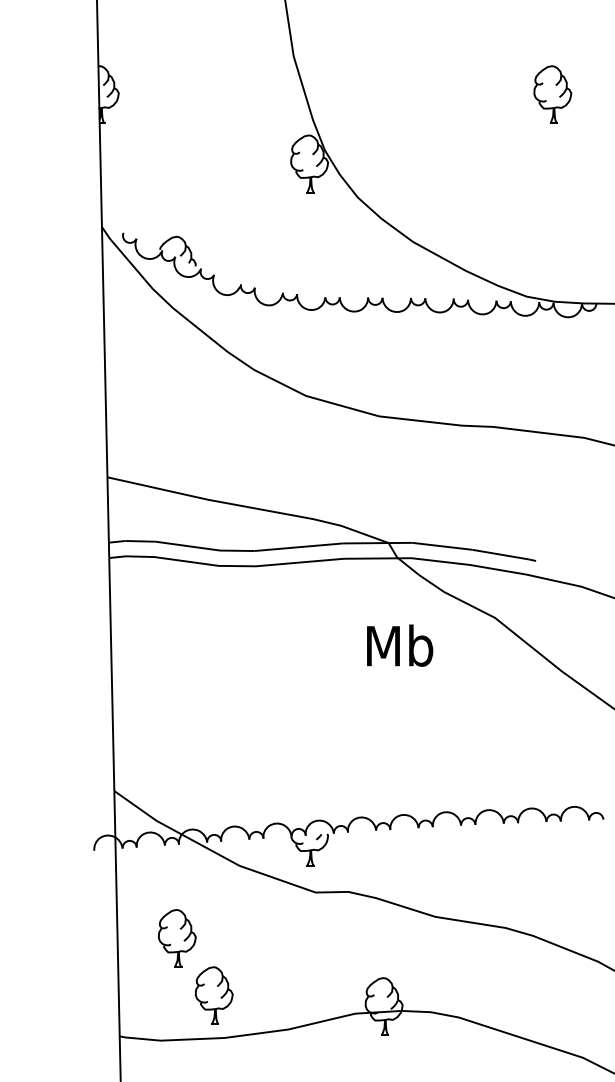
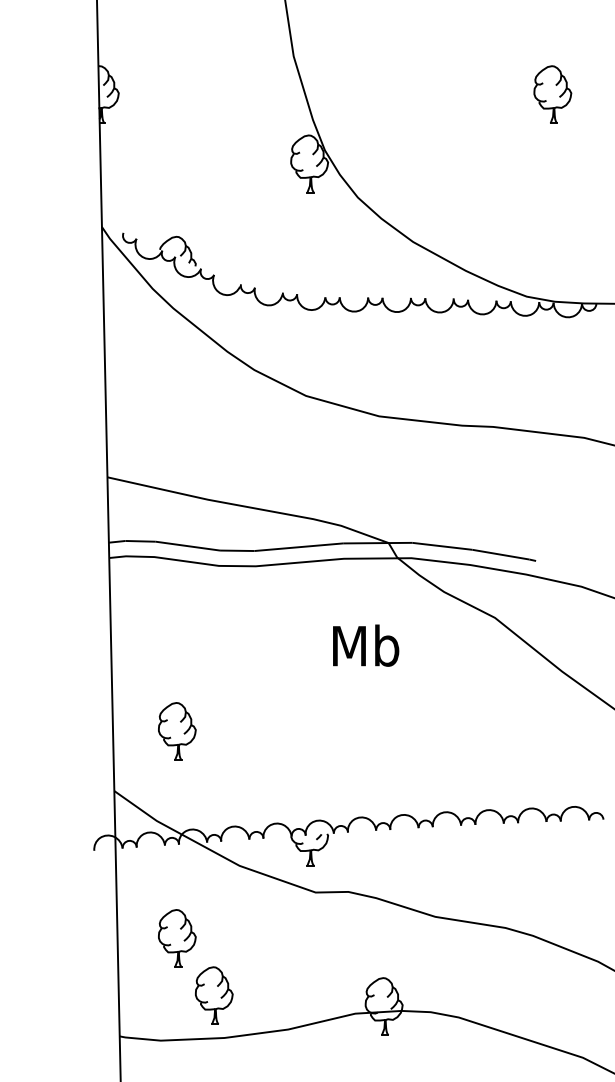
text at (400, 645) position: (400, 645) -> (366, 645)
part at (177, 731): none -> present
